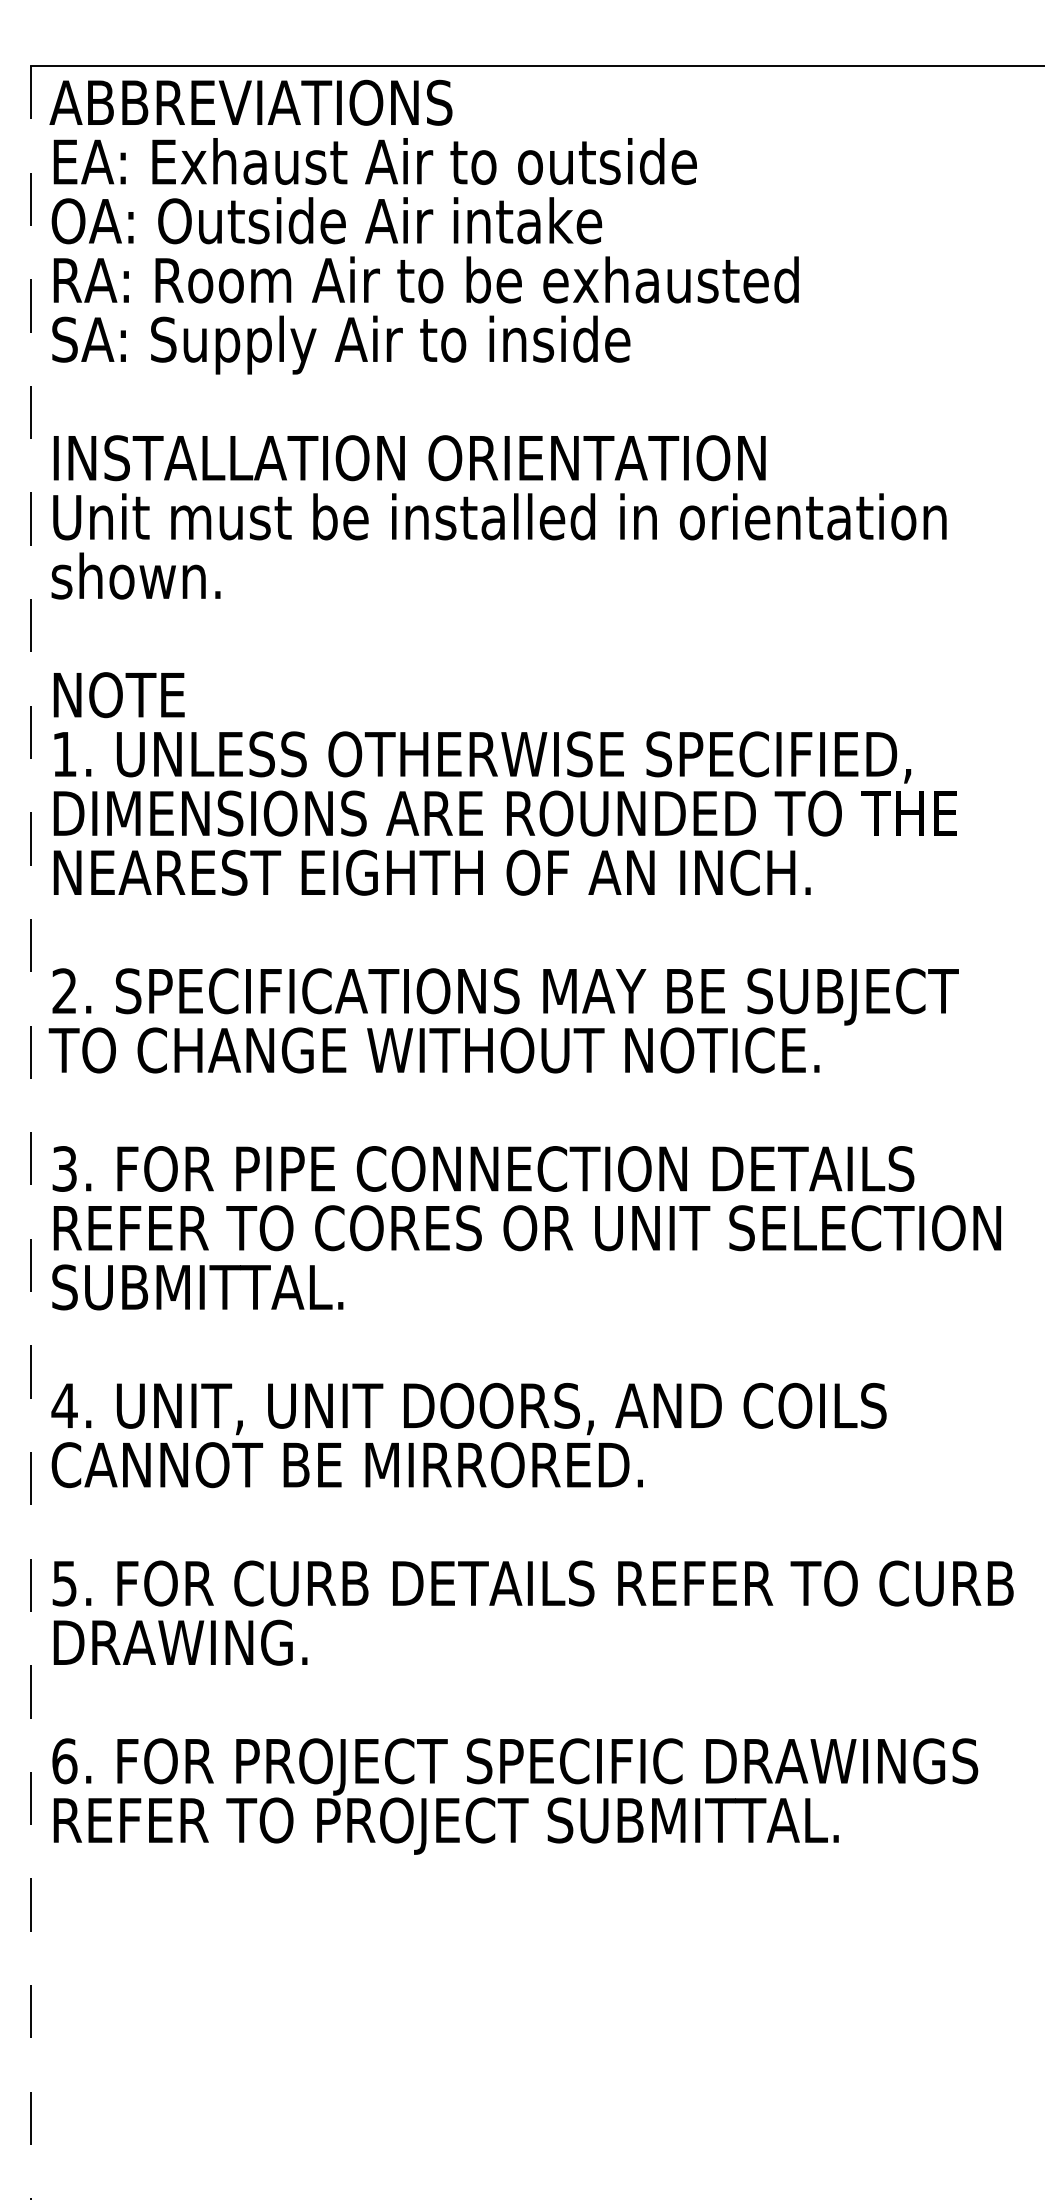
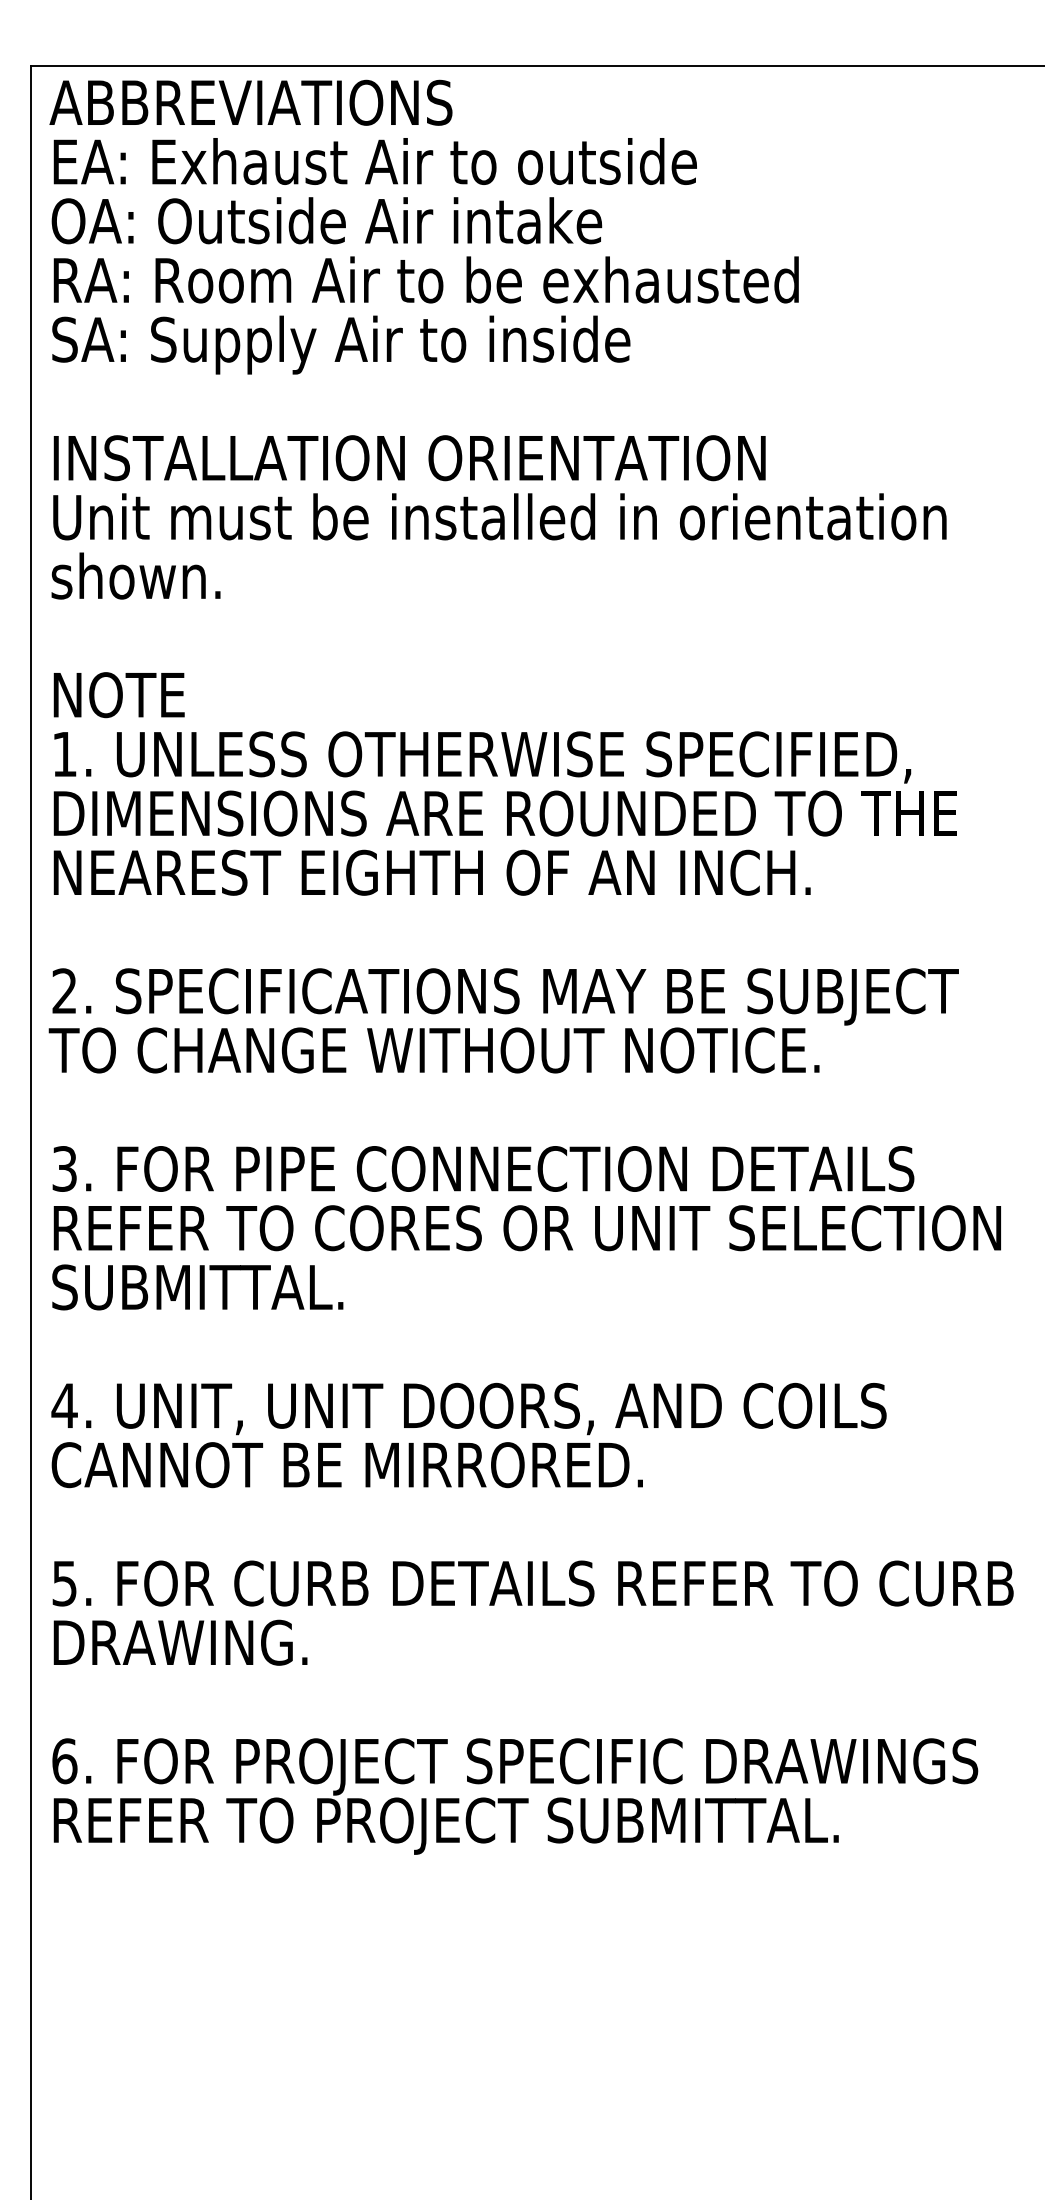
line at (31, 1132): dashed -> solid
